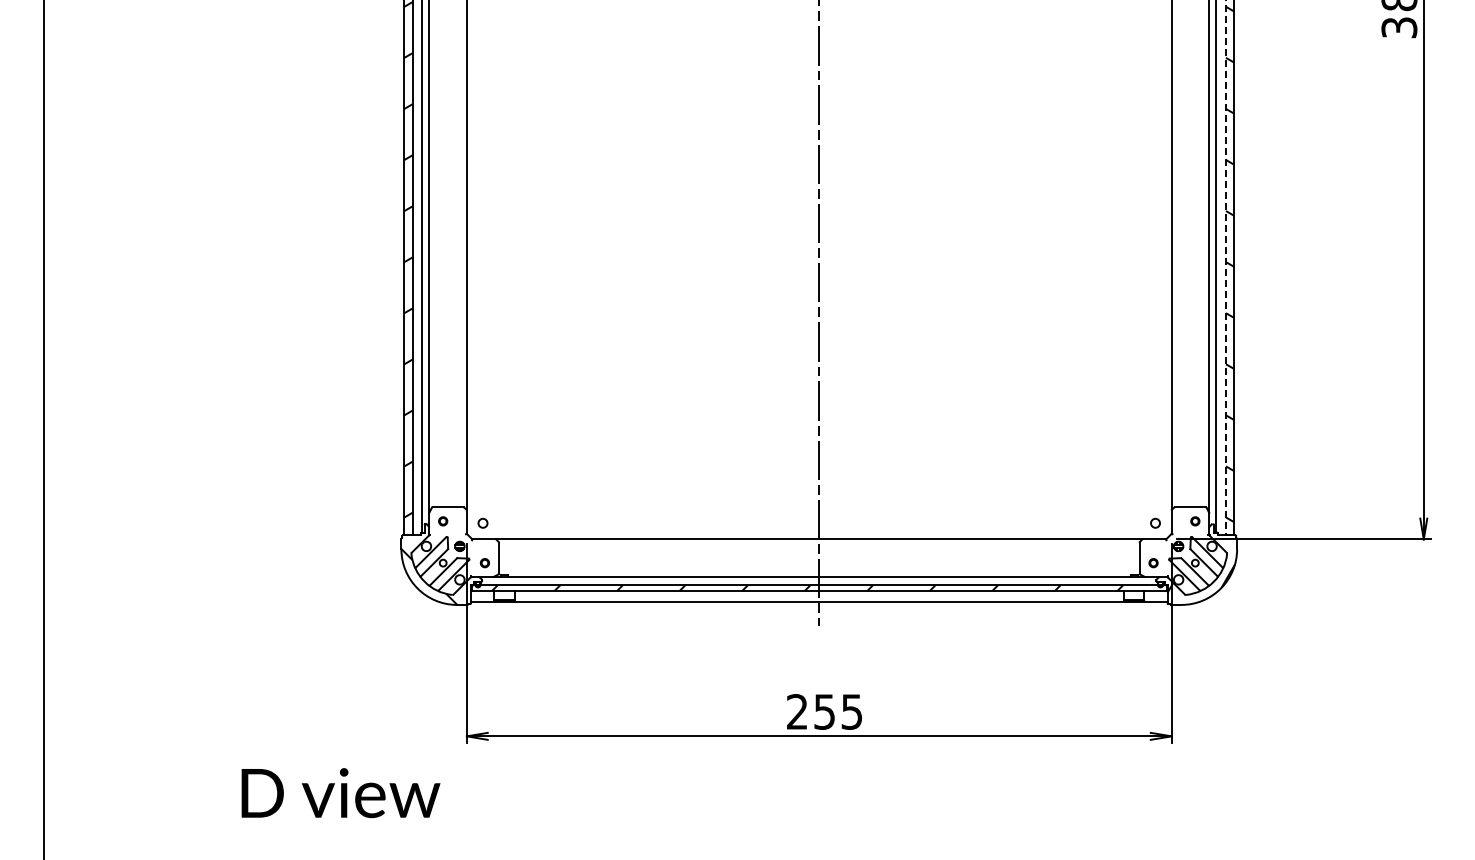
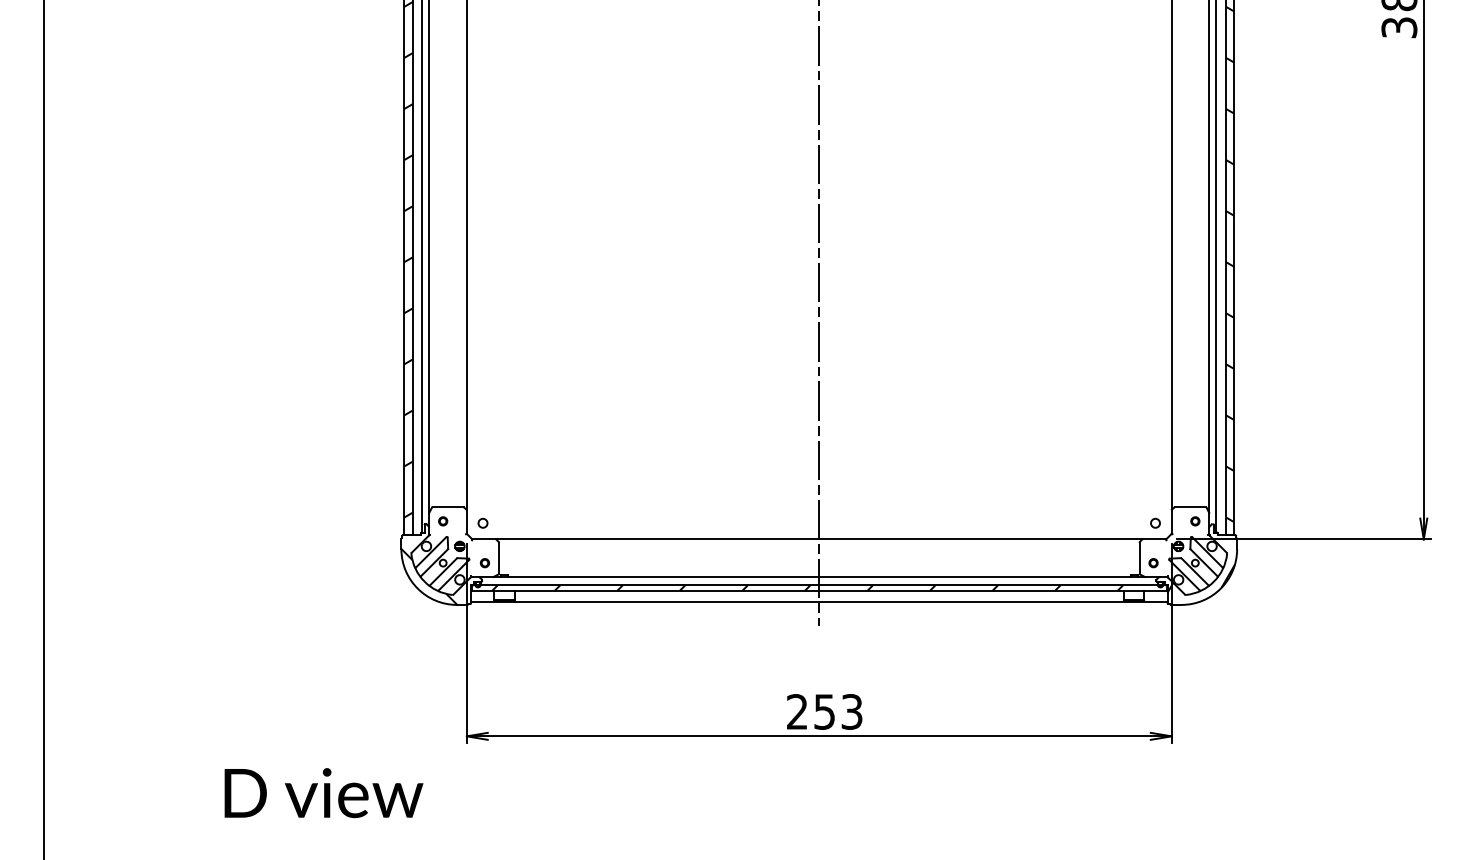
line at (1225, 268): dashed -> solid
text at (852, 711): 255 -> 253
text at (340, 793) position: (340, 793) -> (323, 793)
